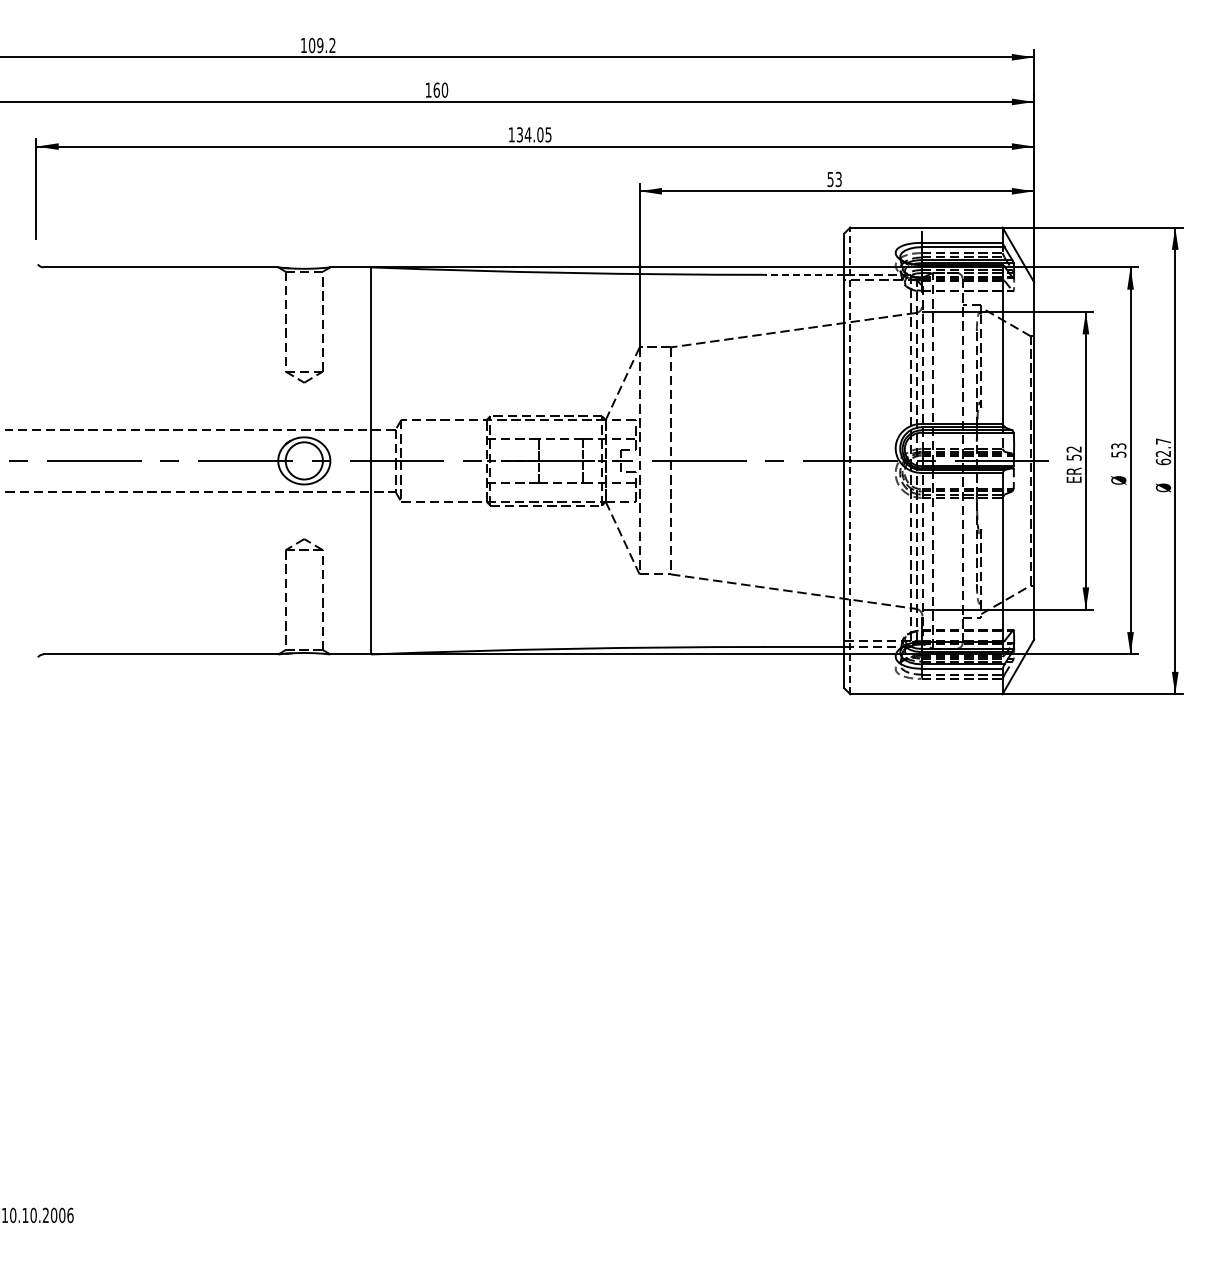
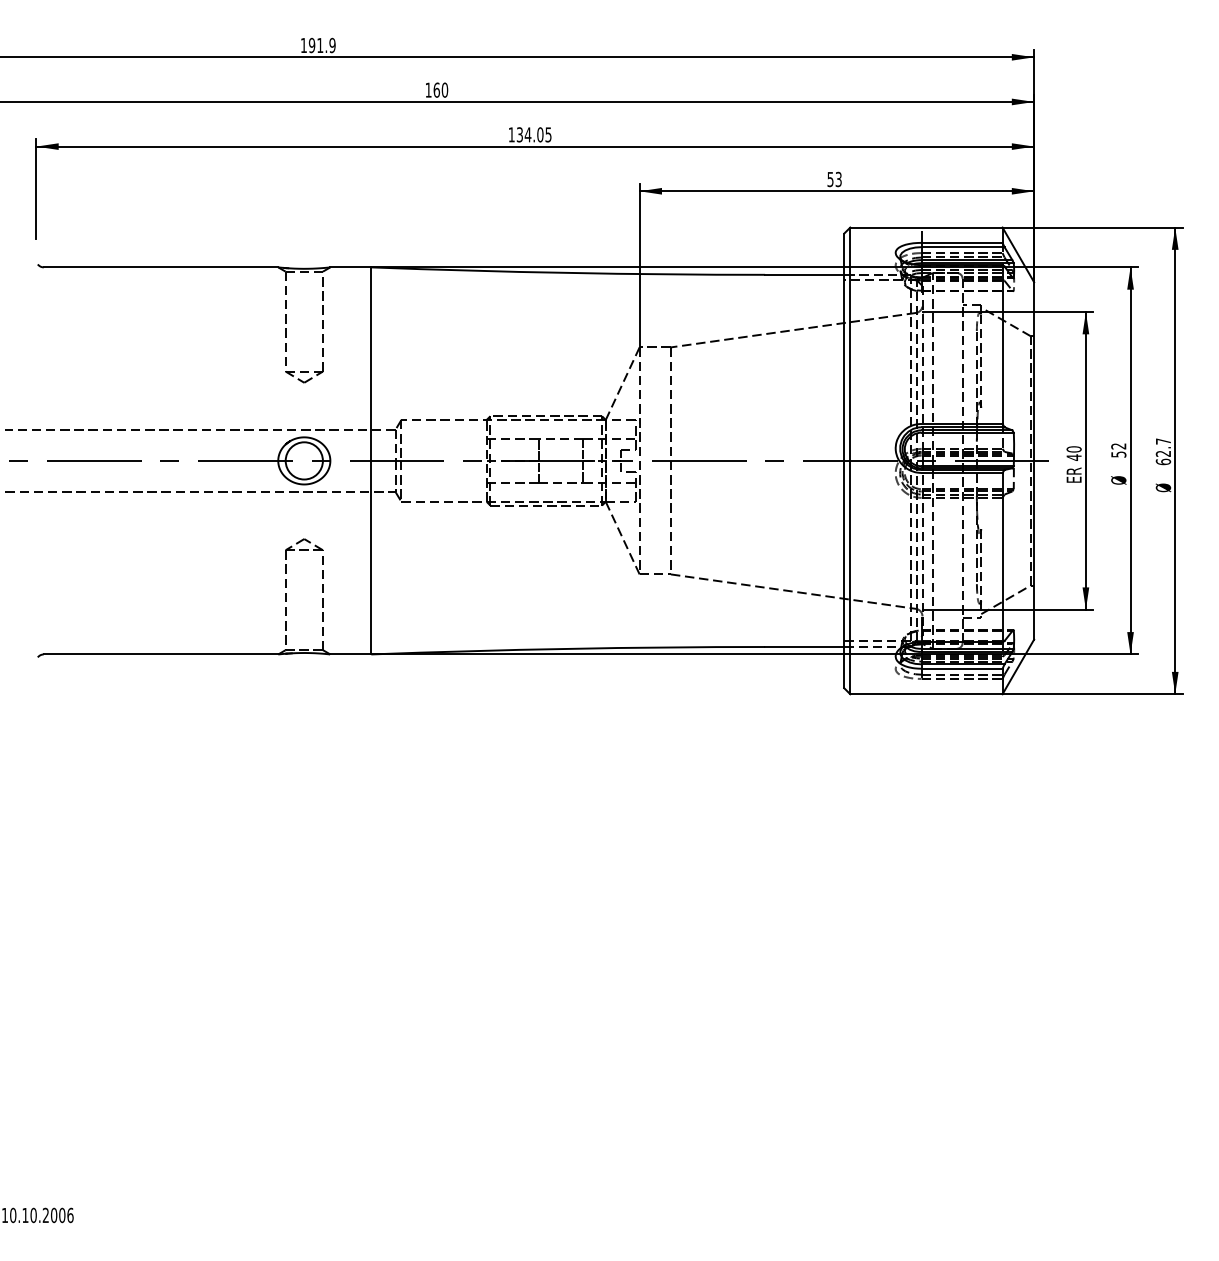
text at (321, 45): 109.2 -> 191.9
line at (804, 274): dashed -> solid
text at (1118, 446): 53 -> 52
text at (1073, 453): 52 -> 40
line at (850, 460): dashed -> solid
